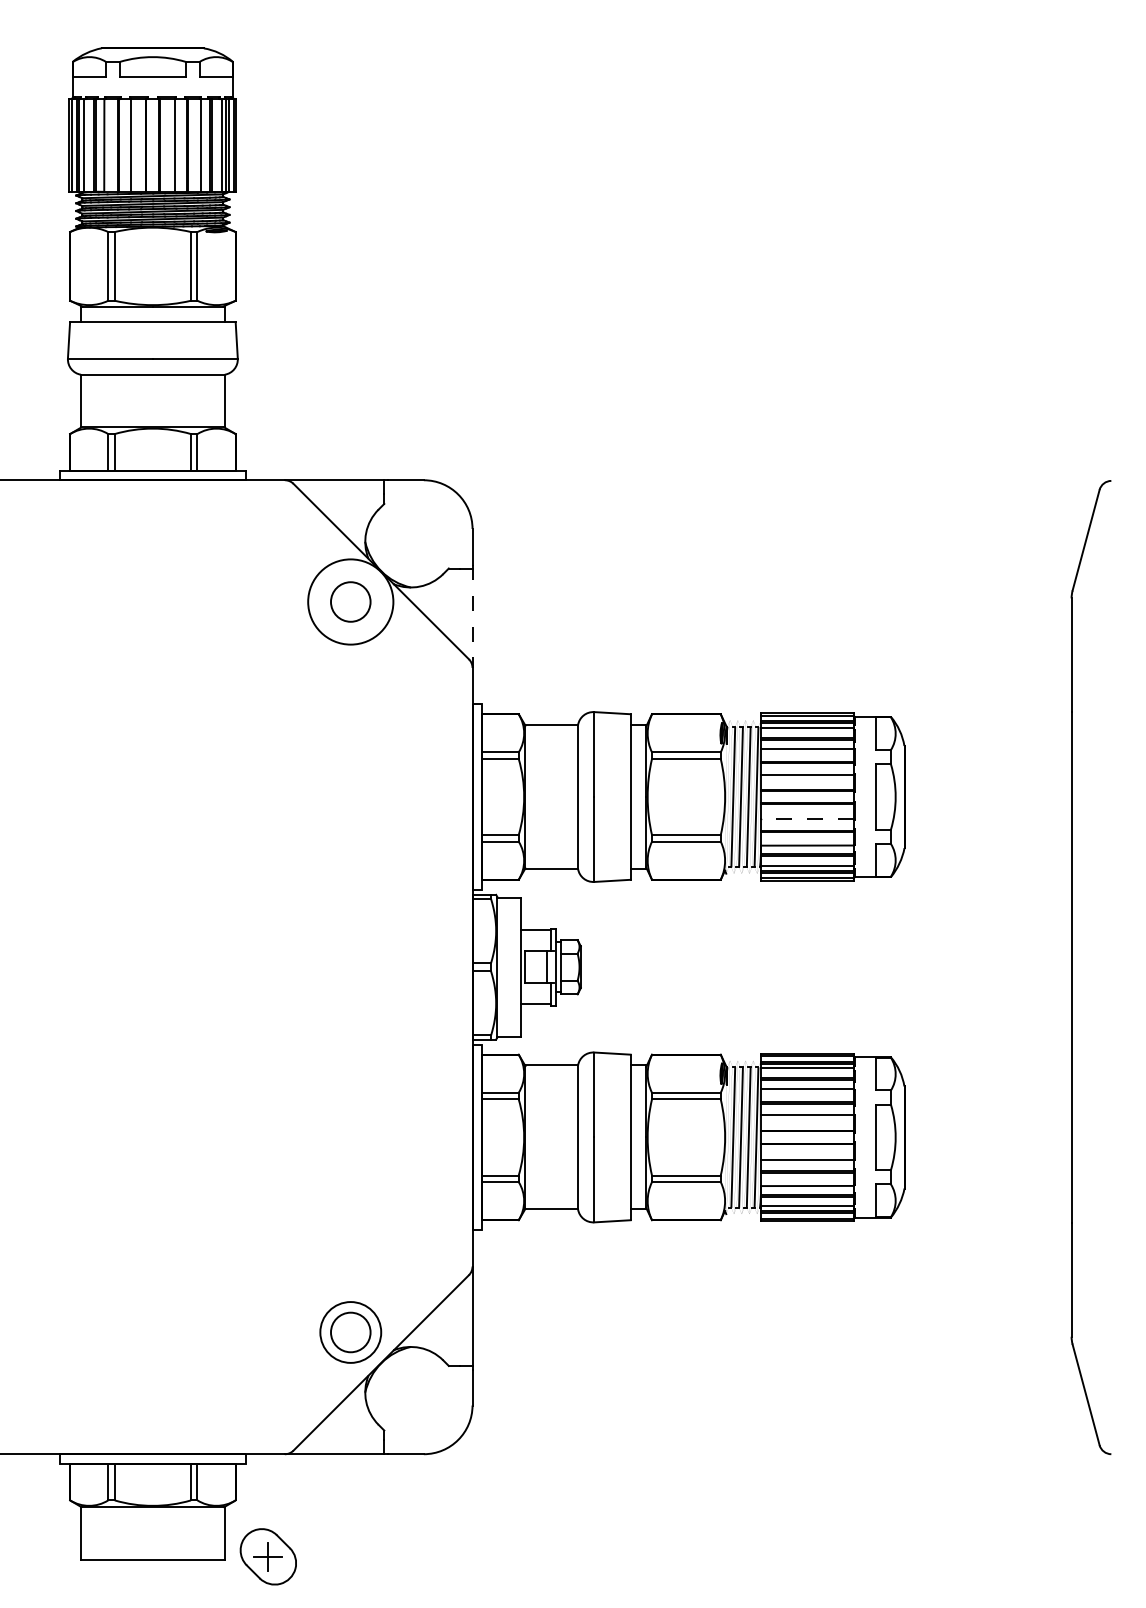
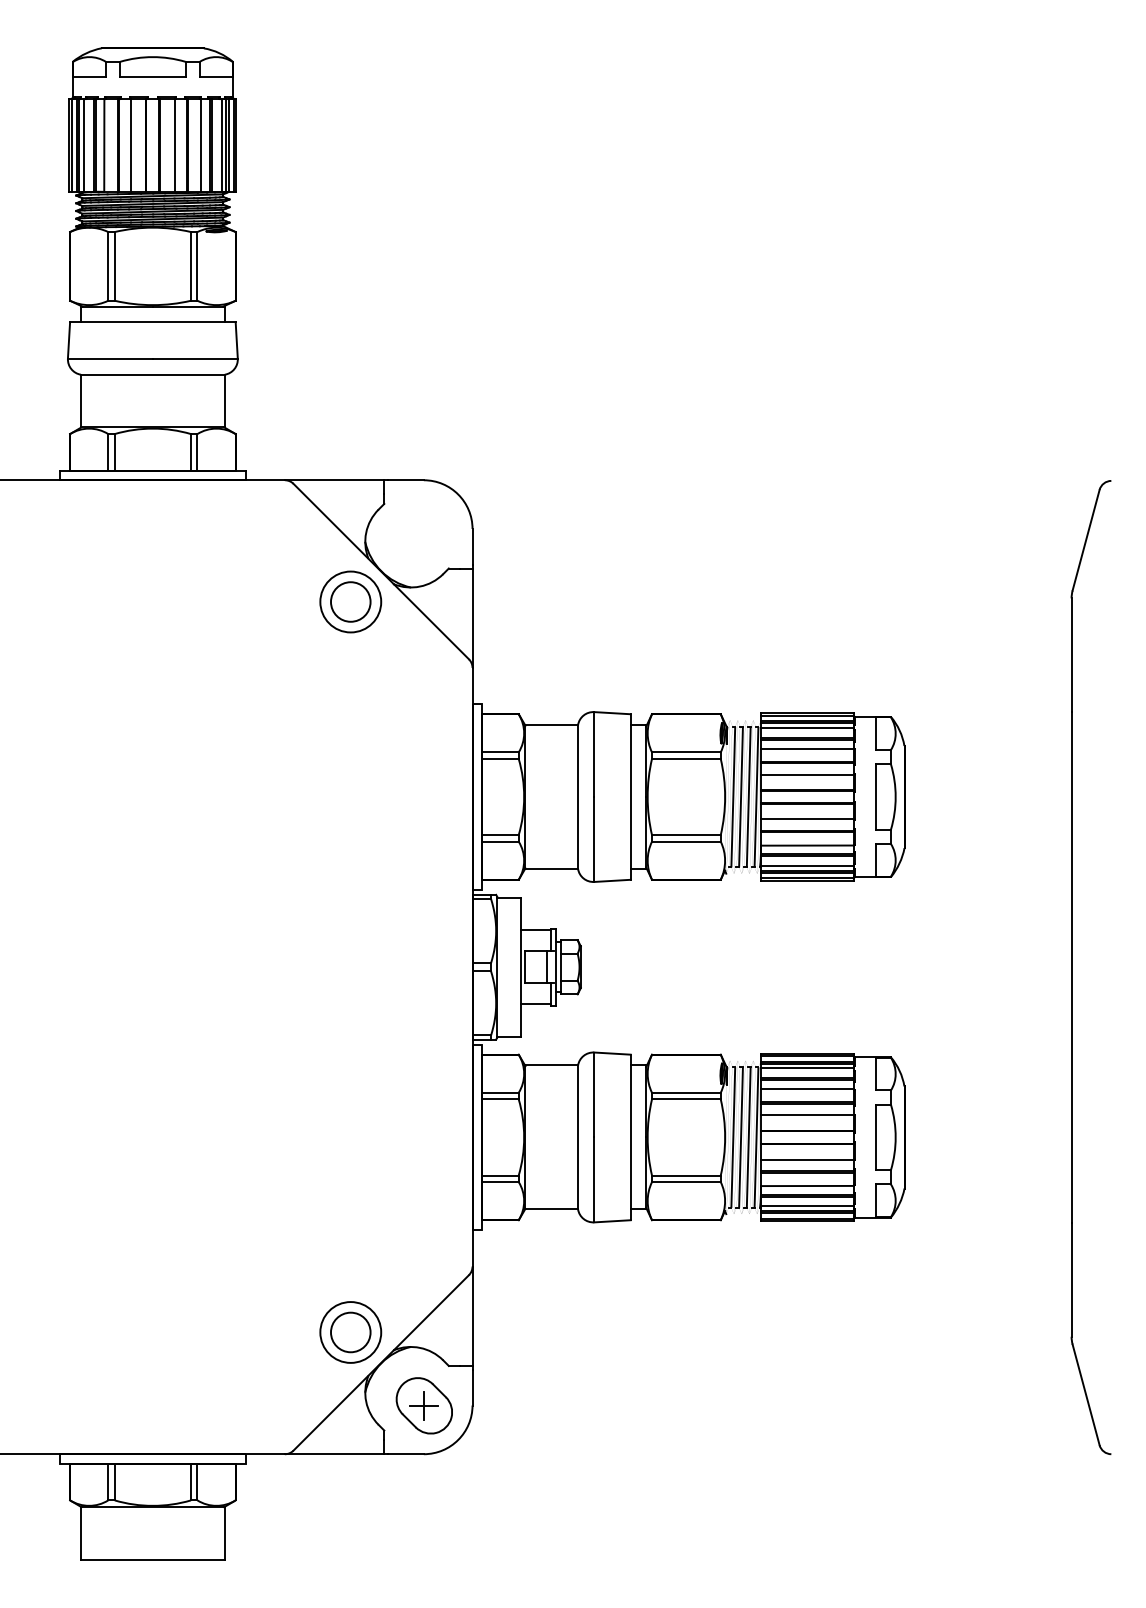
circle at (350, 601) diameter: 85 px -> 61 px
line at (472, 616): dashed -> solid
line at (806, 819): dashed -> solid
part at (267, 1556) position: (267, 1556) -> (423, 1405)
